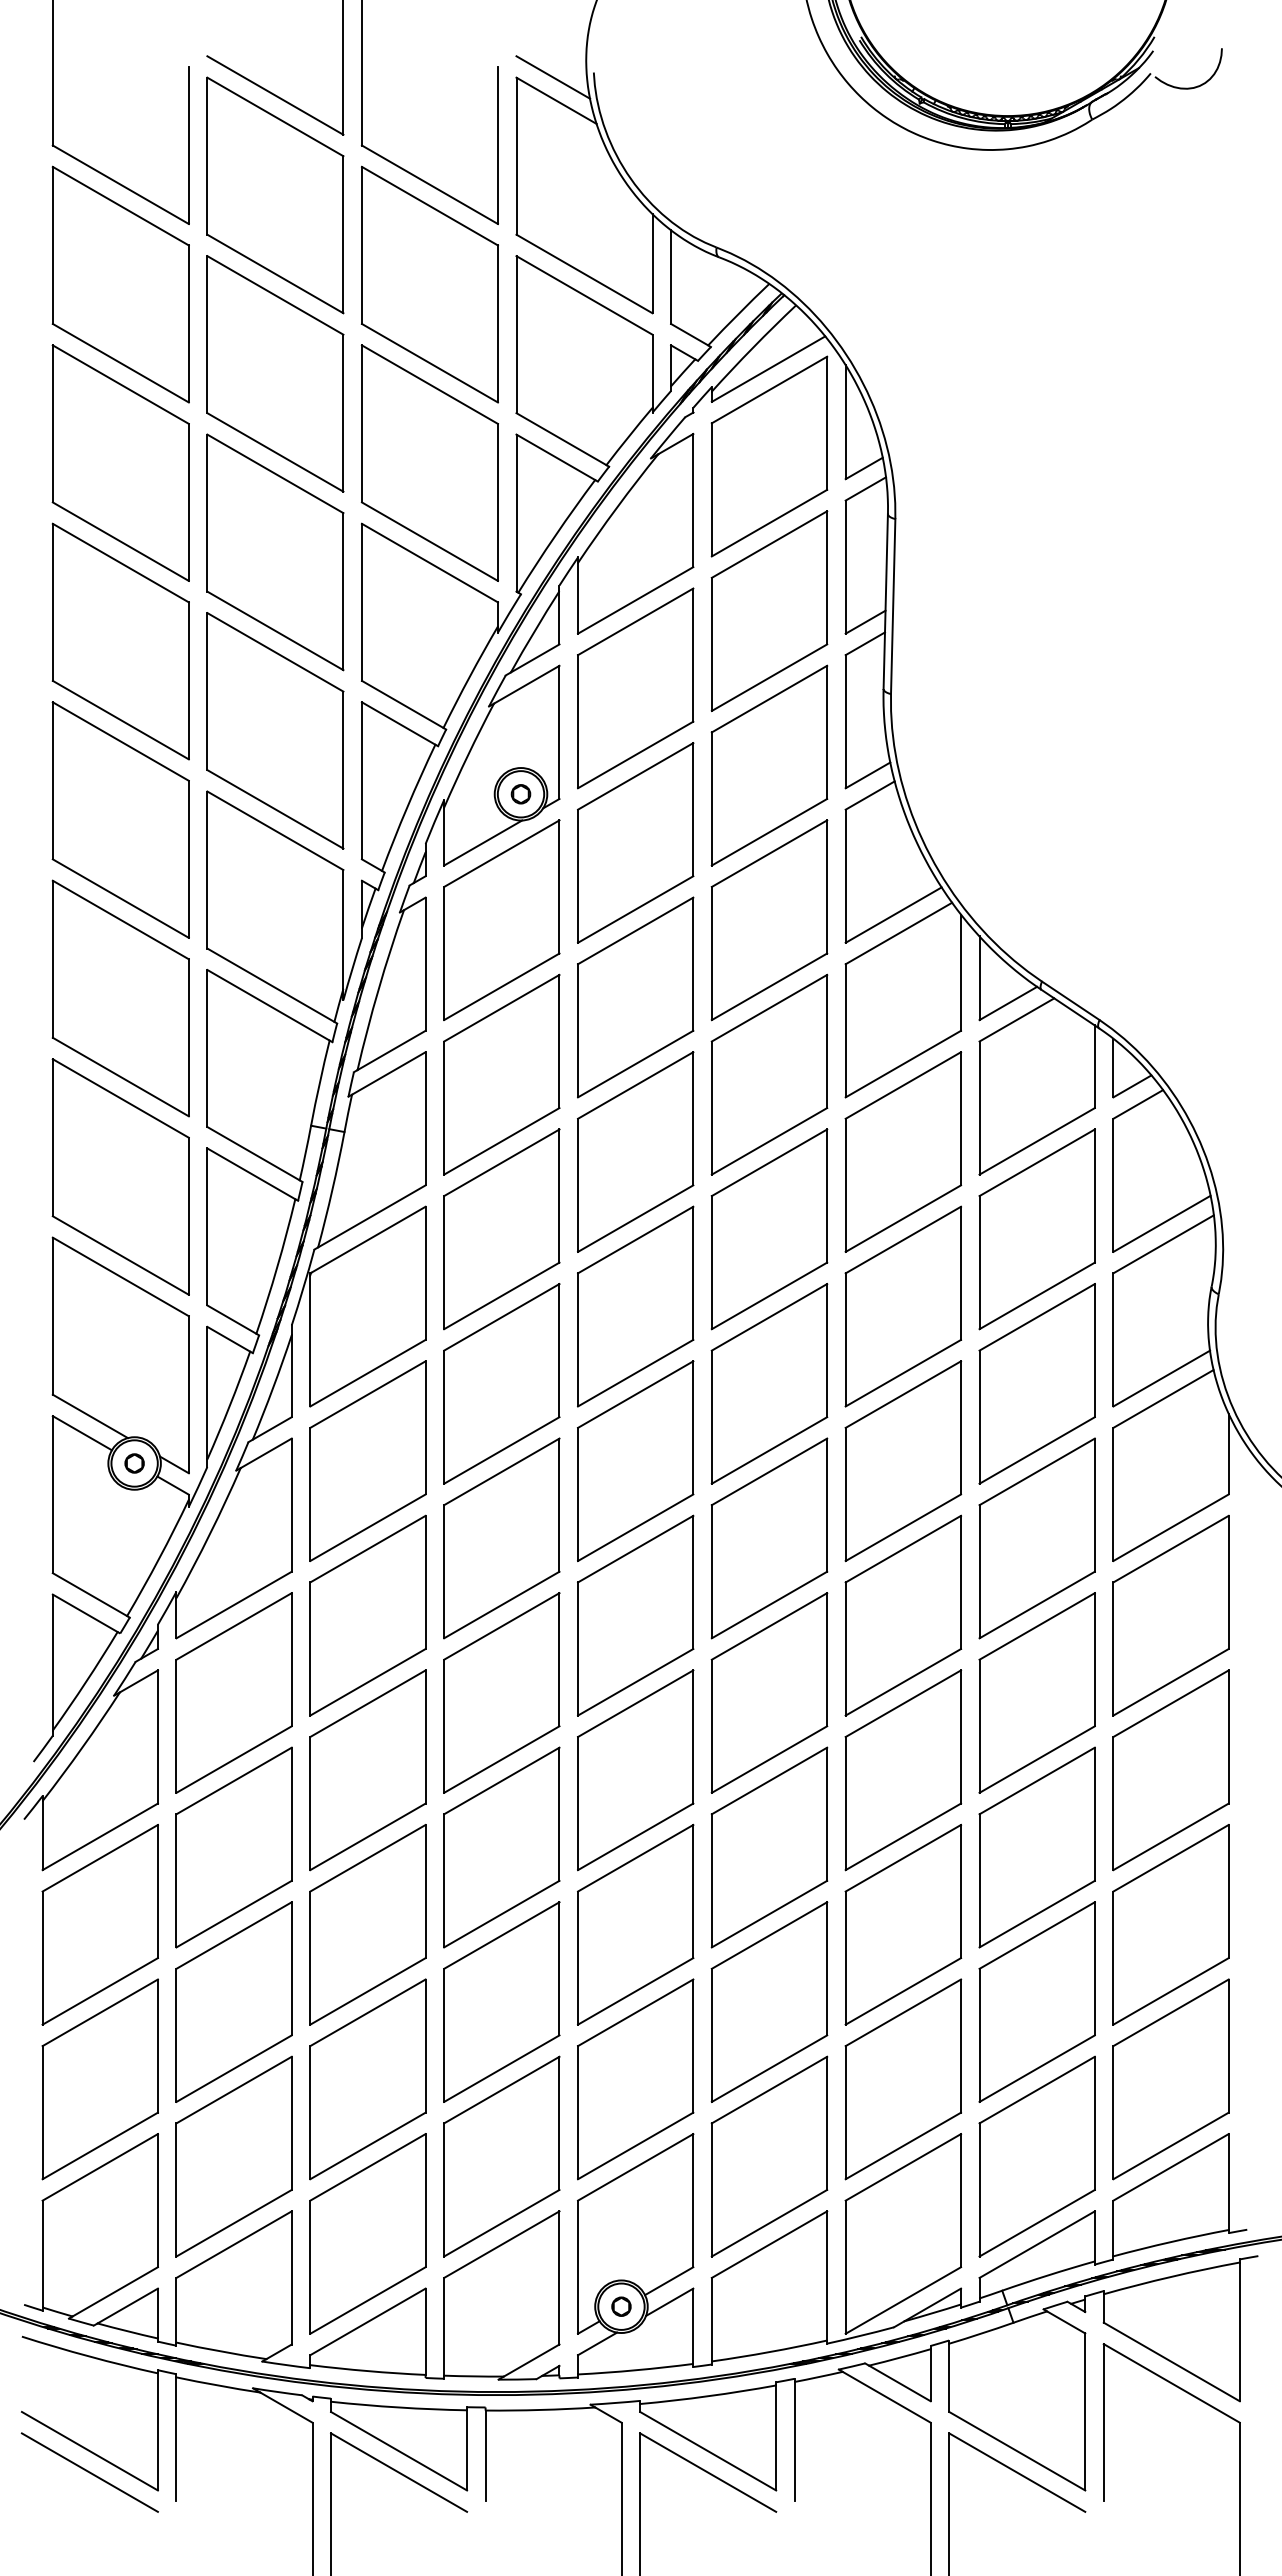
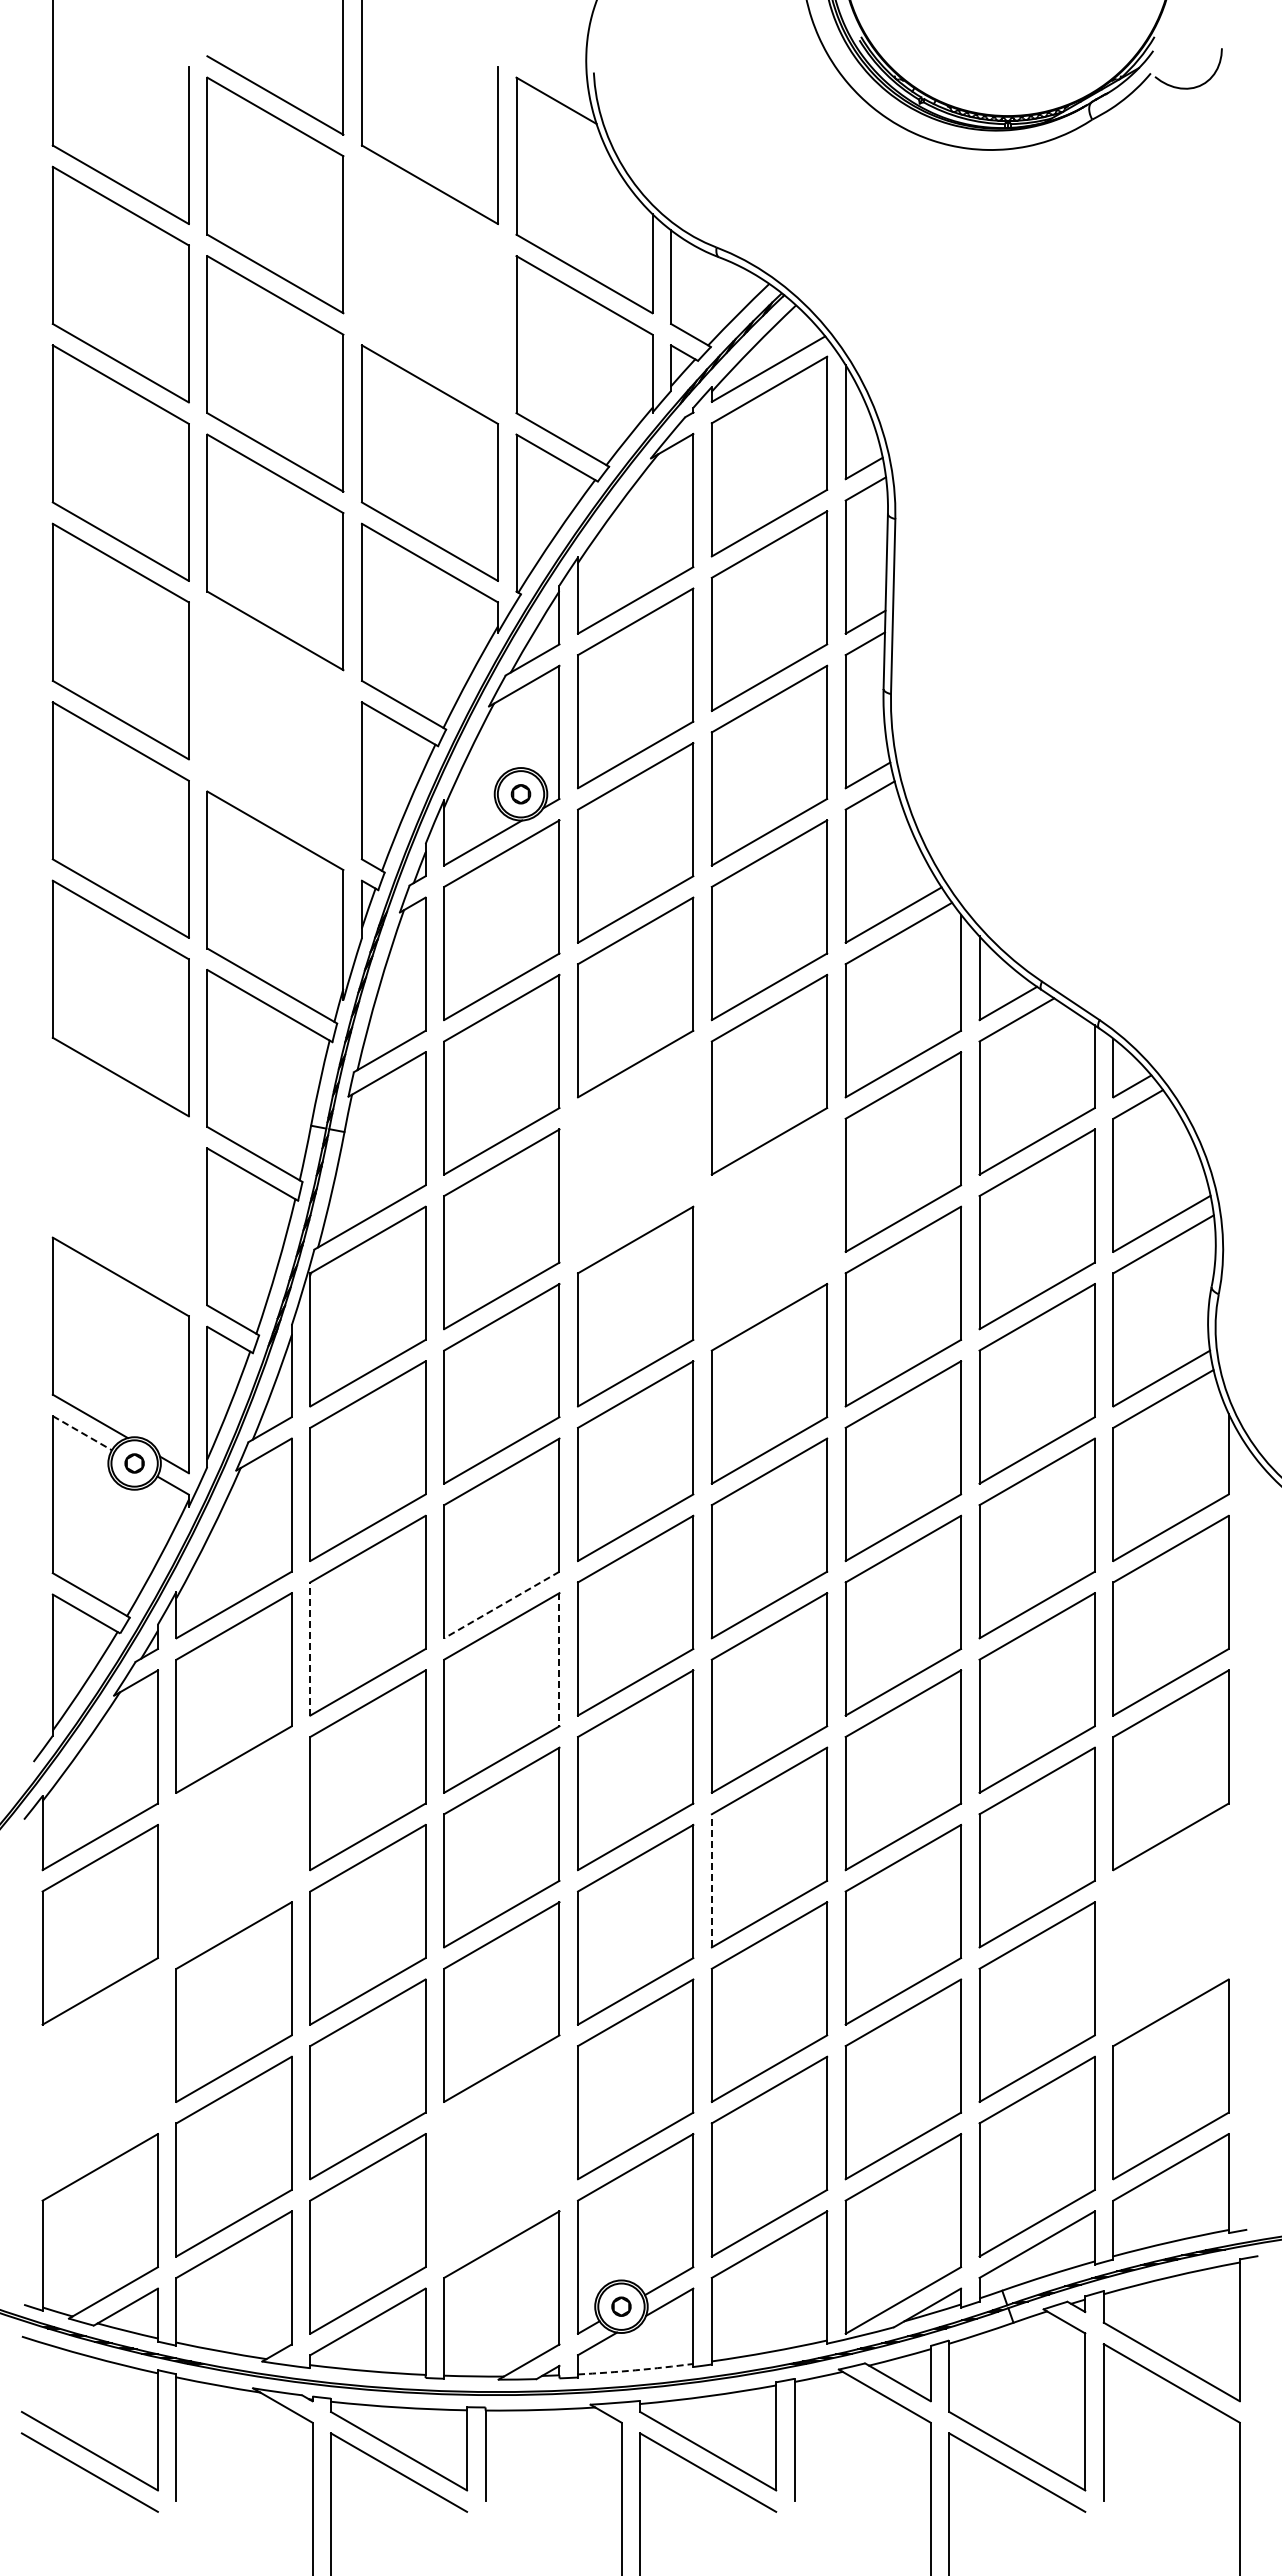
line at (553, 77): present -> none
part at (429, 284): present -> none
part at (275, 730): present -> none
part at (635, 1151): present -> none
part at (120, 1176): present -> none
part at (769, 1229): present -> none
line at (82, 1433): solid -> dashed
line at (501, 1605): solid -> dashed
line at (310, 1649): solid -> dashed
line at (559, 1659): solid -> dashed
part at (233, 1847): present -> none
line at (711, 1880): solid -> dashed
part at (1170, 1924): present -> none
part at (99, 2079): present -> none
part at (501, 2156): present -> none
arc at (635, 2370): solid -> dashed
